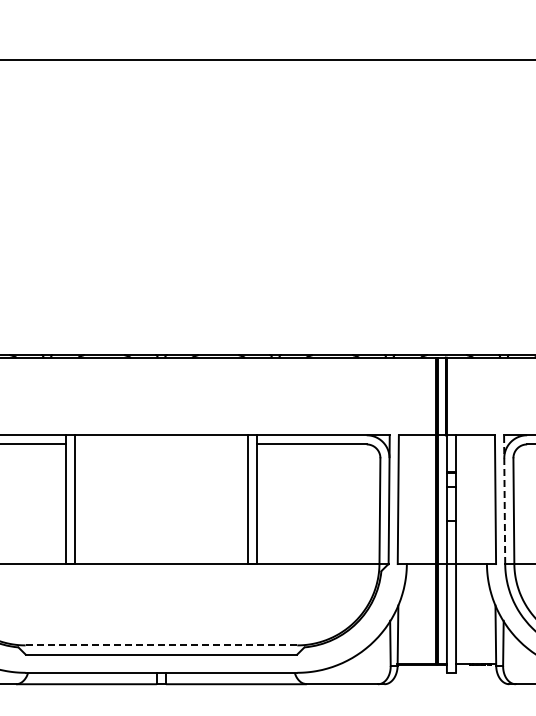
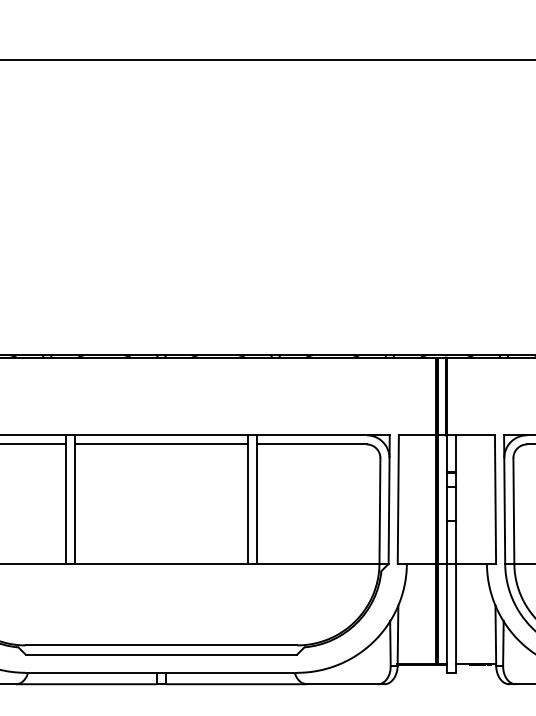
line at (161, 444): none -> present
line at (504, 499): dashed -> solid
line at (161, 645): dashed -> solid
